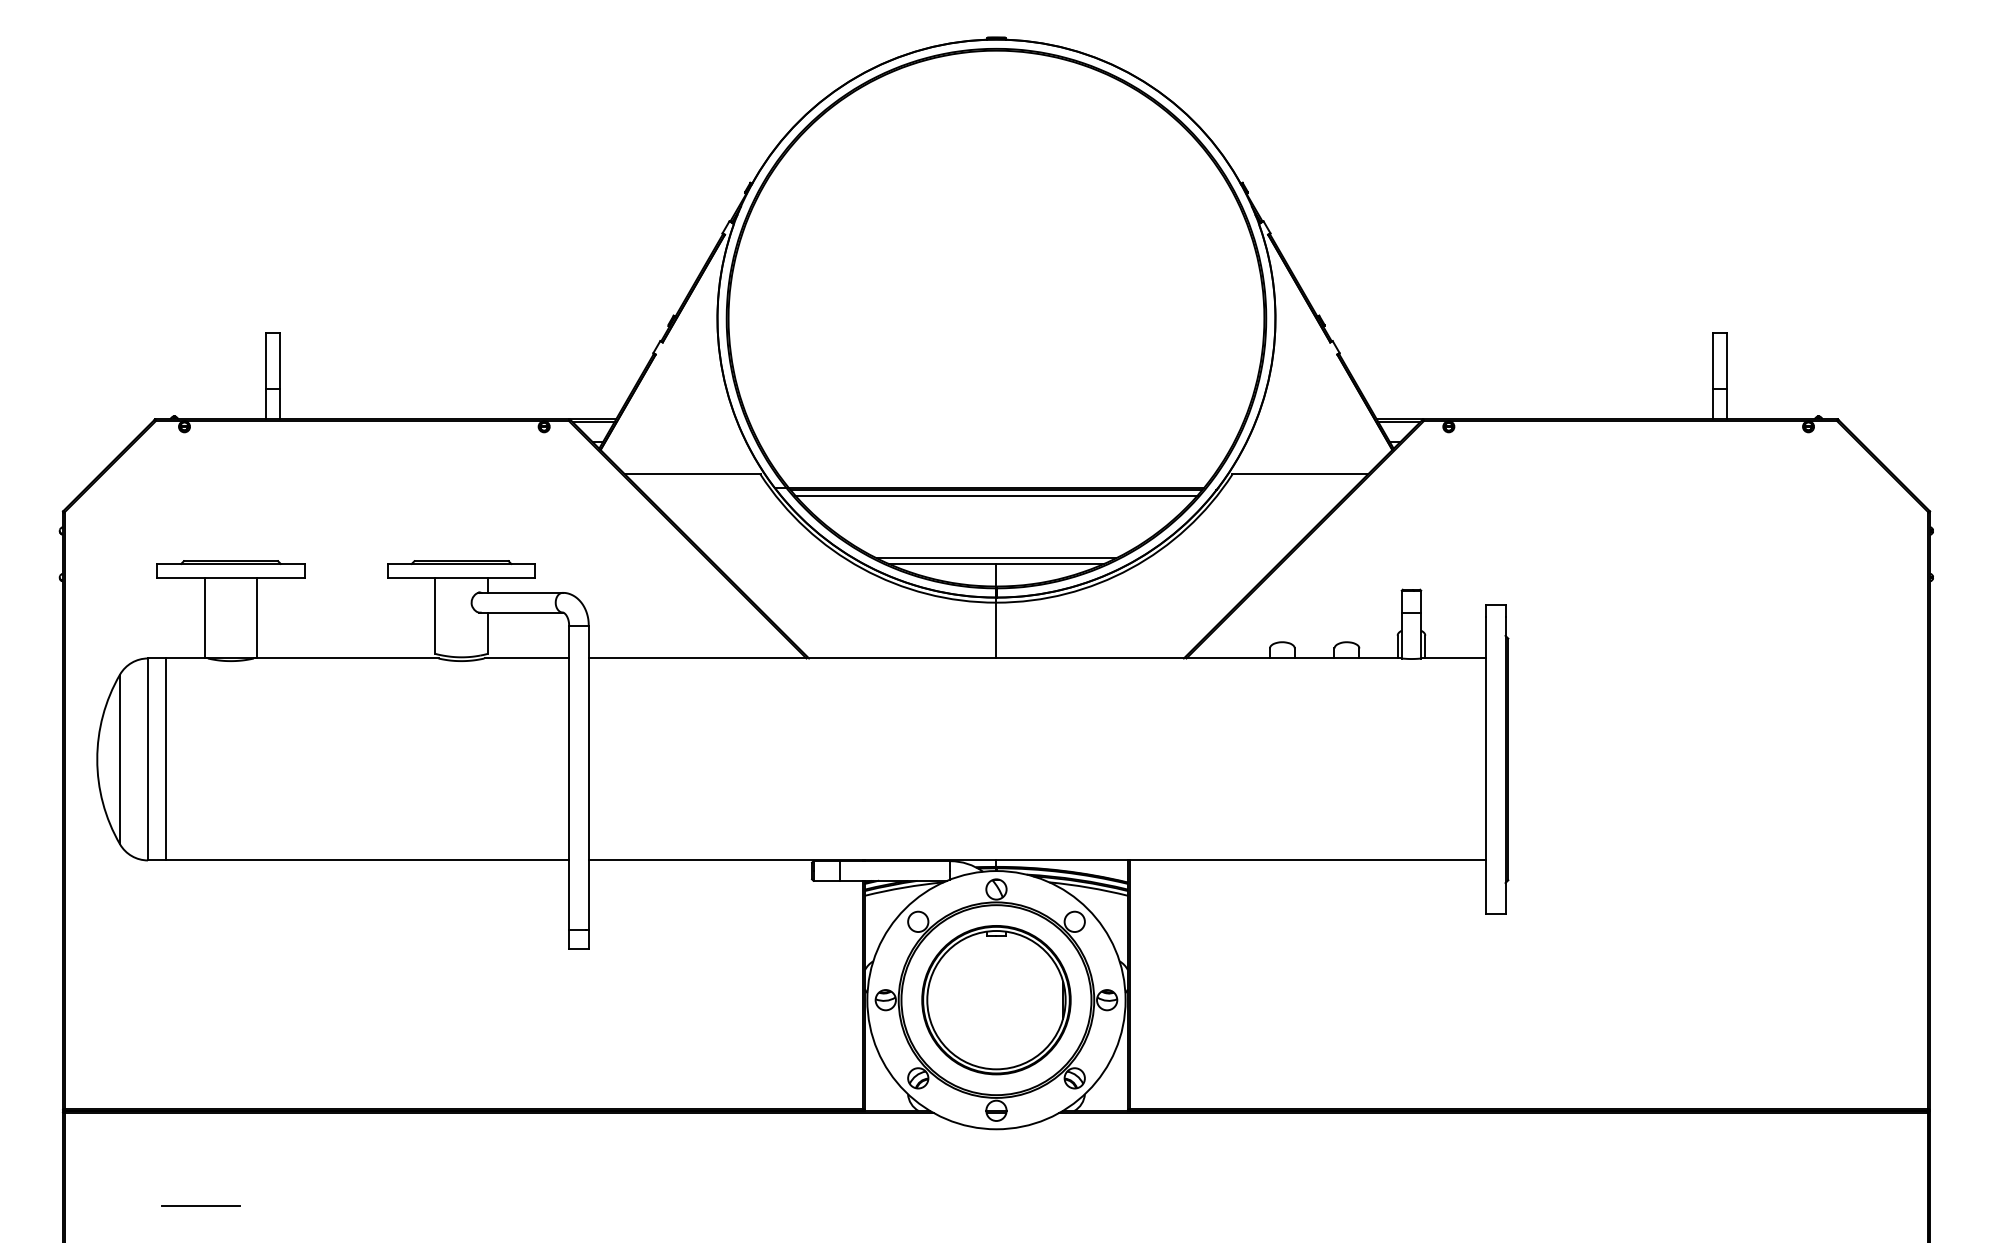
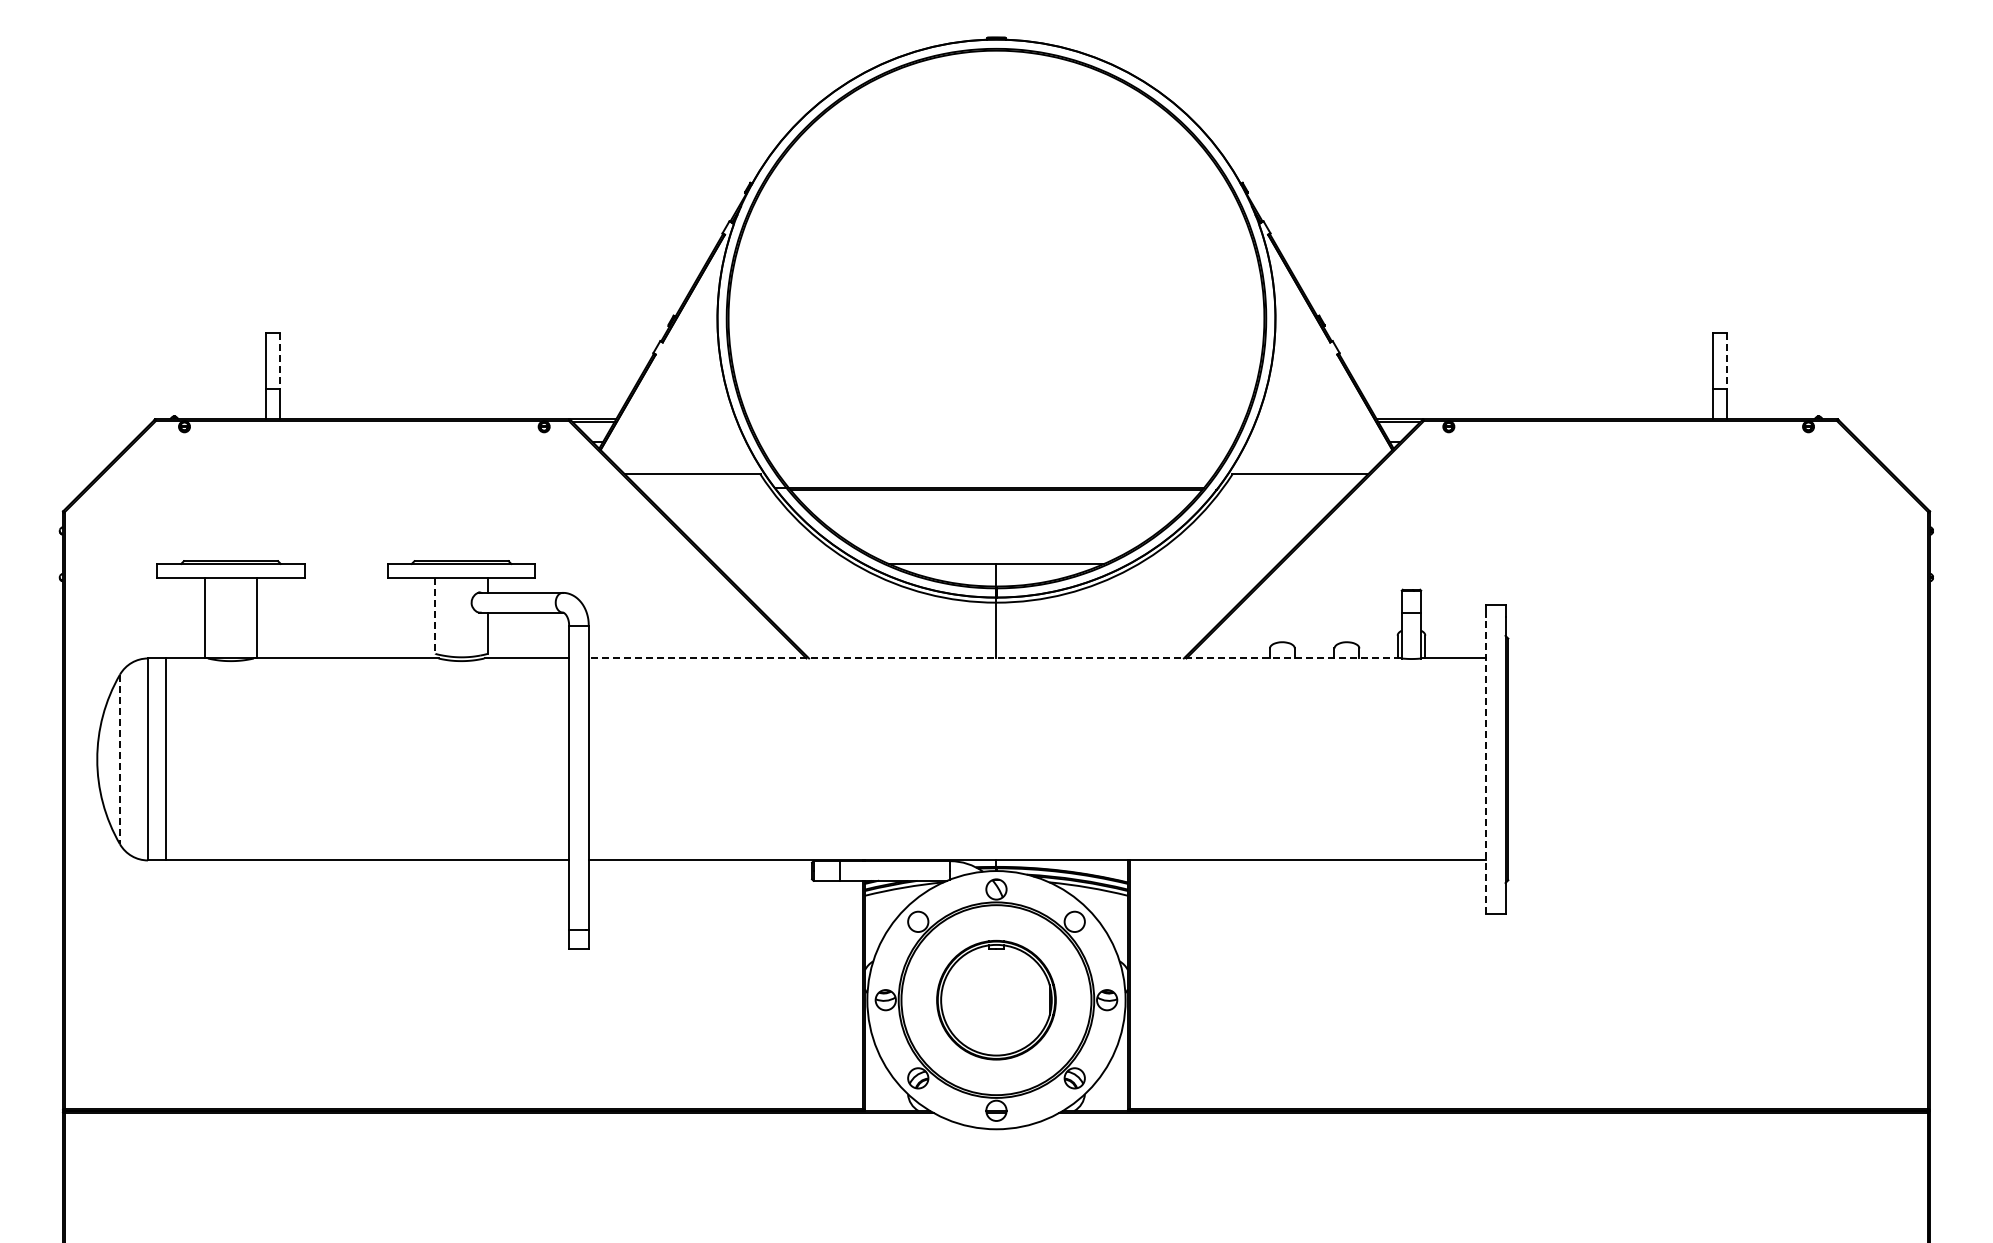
line at (280, 361): solid -> dashed
line at (1727, 361): solid -> dashed
line at (996, 495): present -> none
line at (996, 558): present -> none
line at (435, 616): solid -> dashed
line at (994, 658): solid -> dashed
line at (120, 759): solid -> dashed
line at (1486, 765): solid -> dashed
part at (996, 1000) size: 151x151 px -> 121x121 px
line at (200, 1205): present -> none
